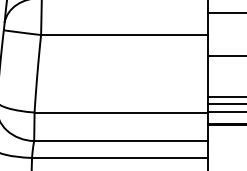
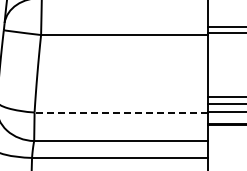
line at (225, 12) position: (225, 12) -> (225, 26)
line at (225, 55) position: (225, 55) -> (225, 32)
line at (121, 112): solid -> dashed
